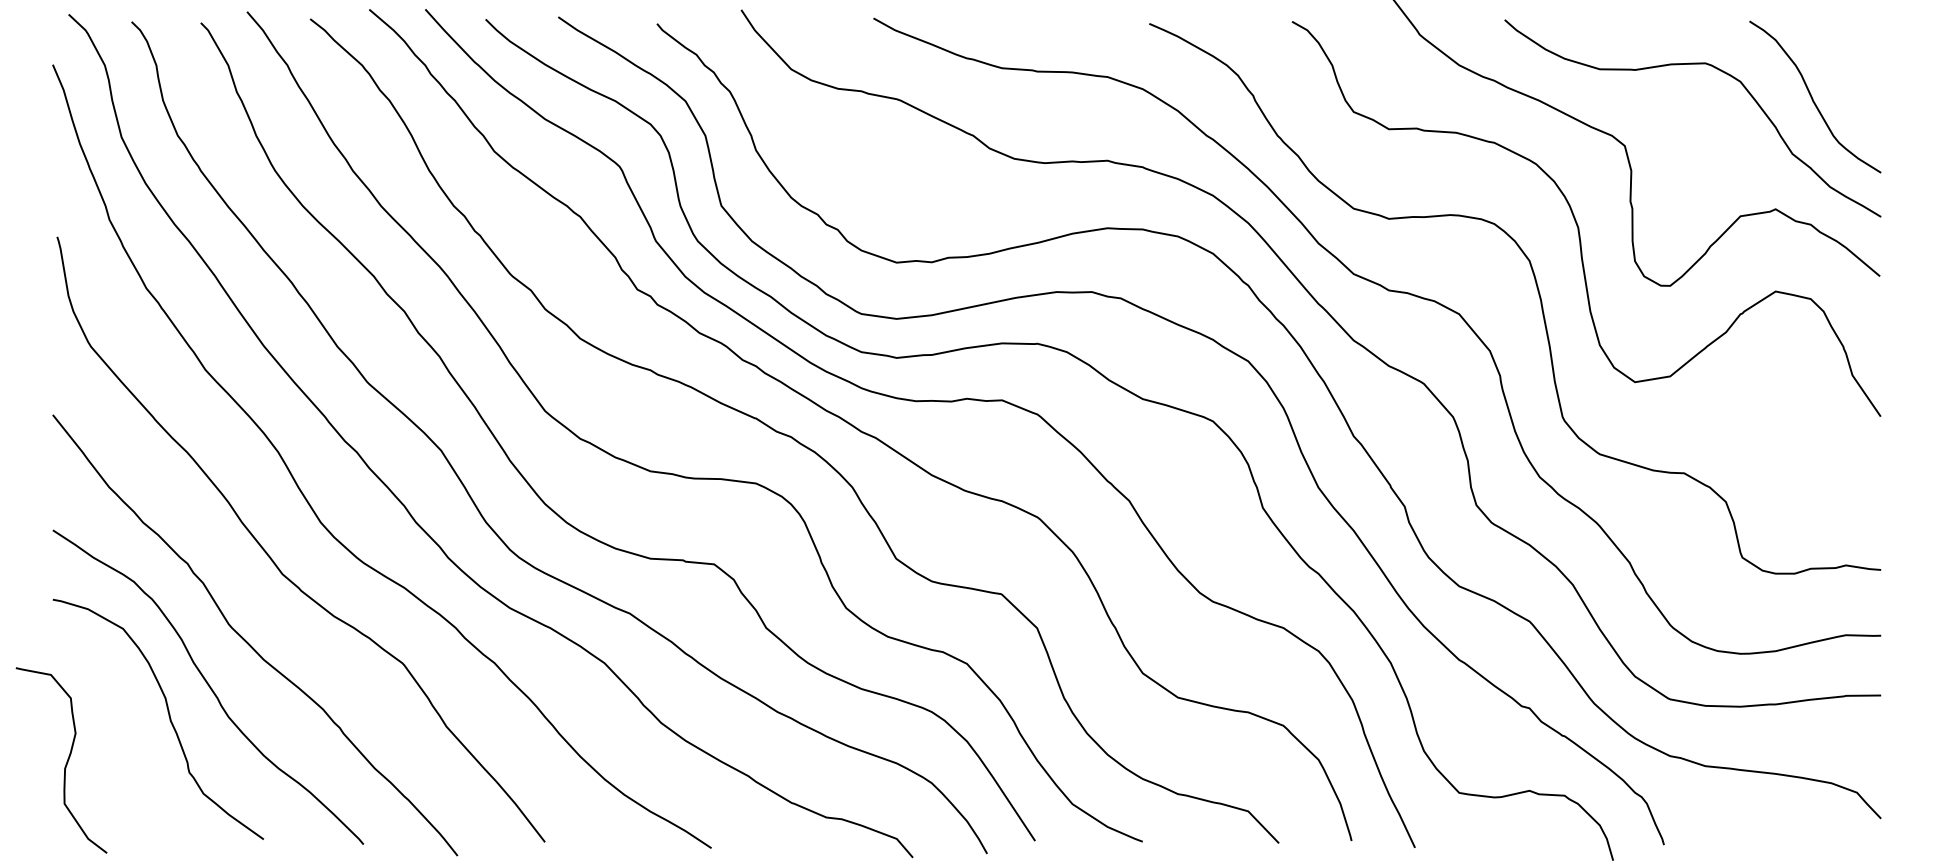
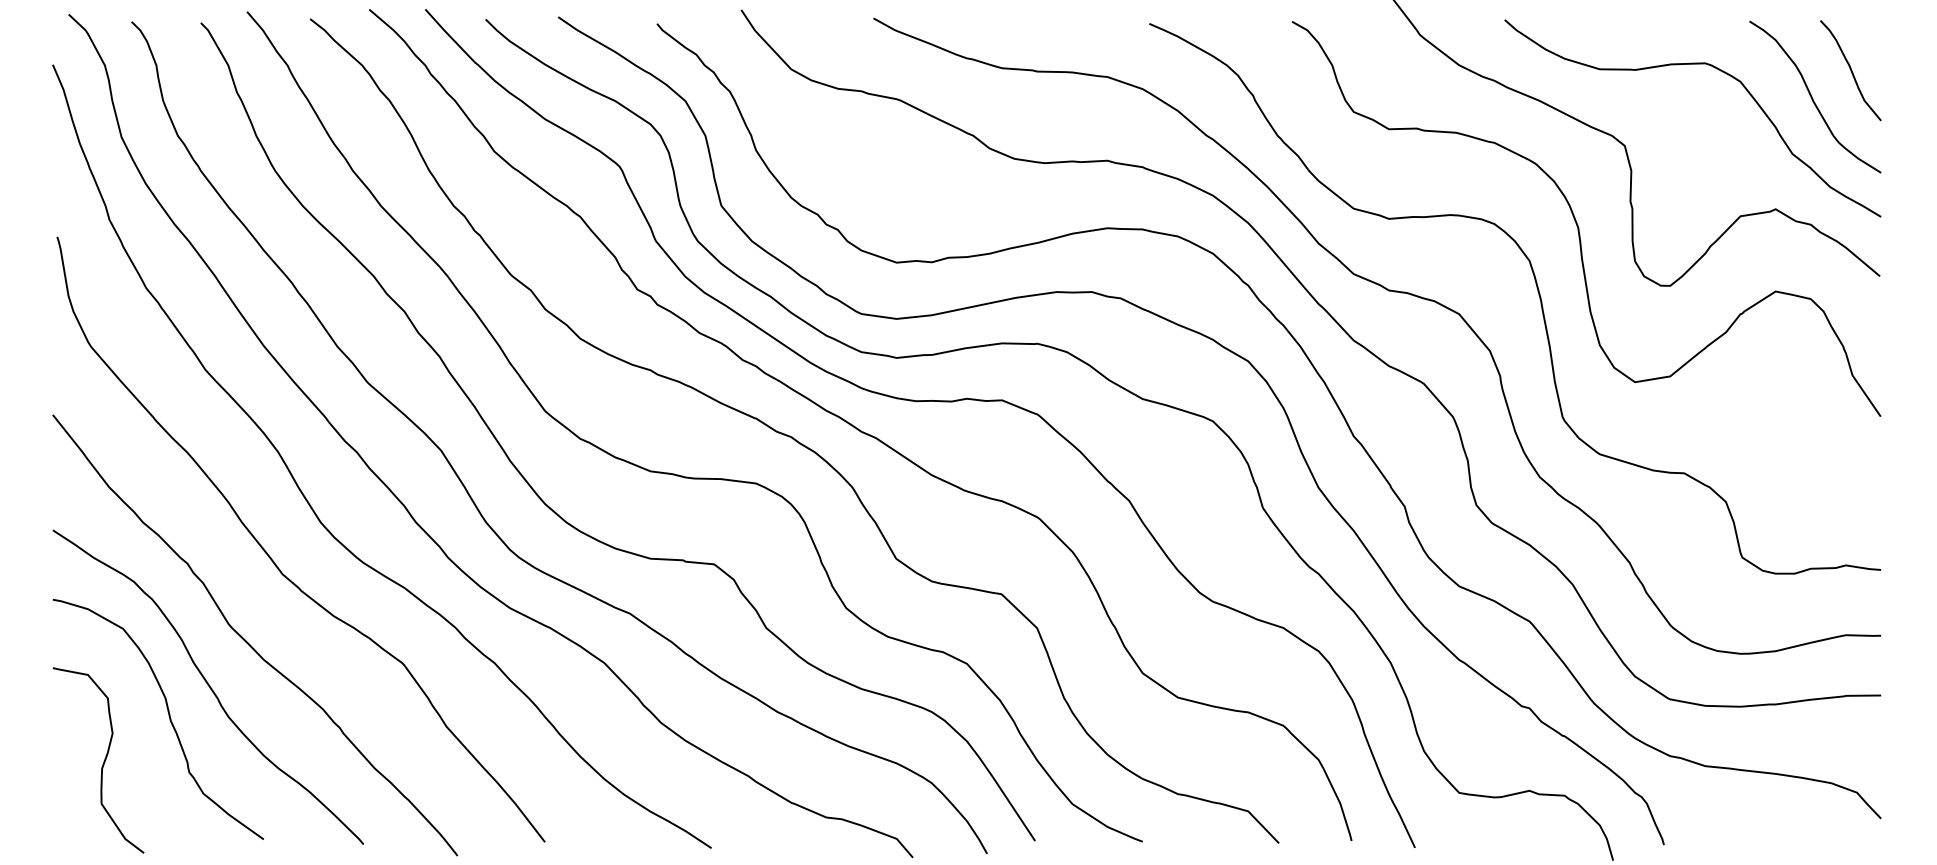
curve at (1850, 70): none -> present
curve at (66, 761) position: (66, 761) -> (103, 761)
